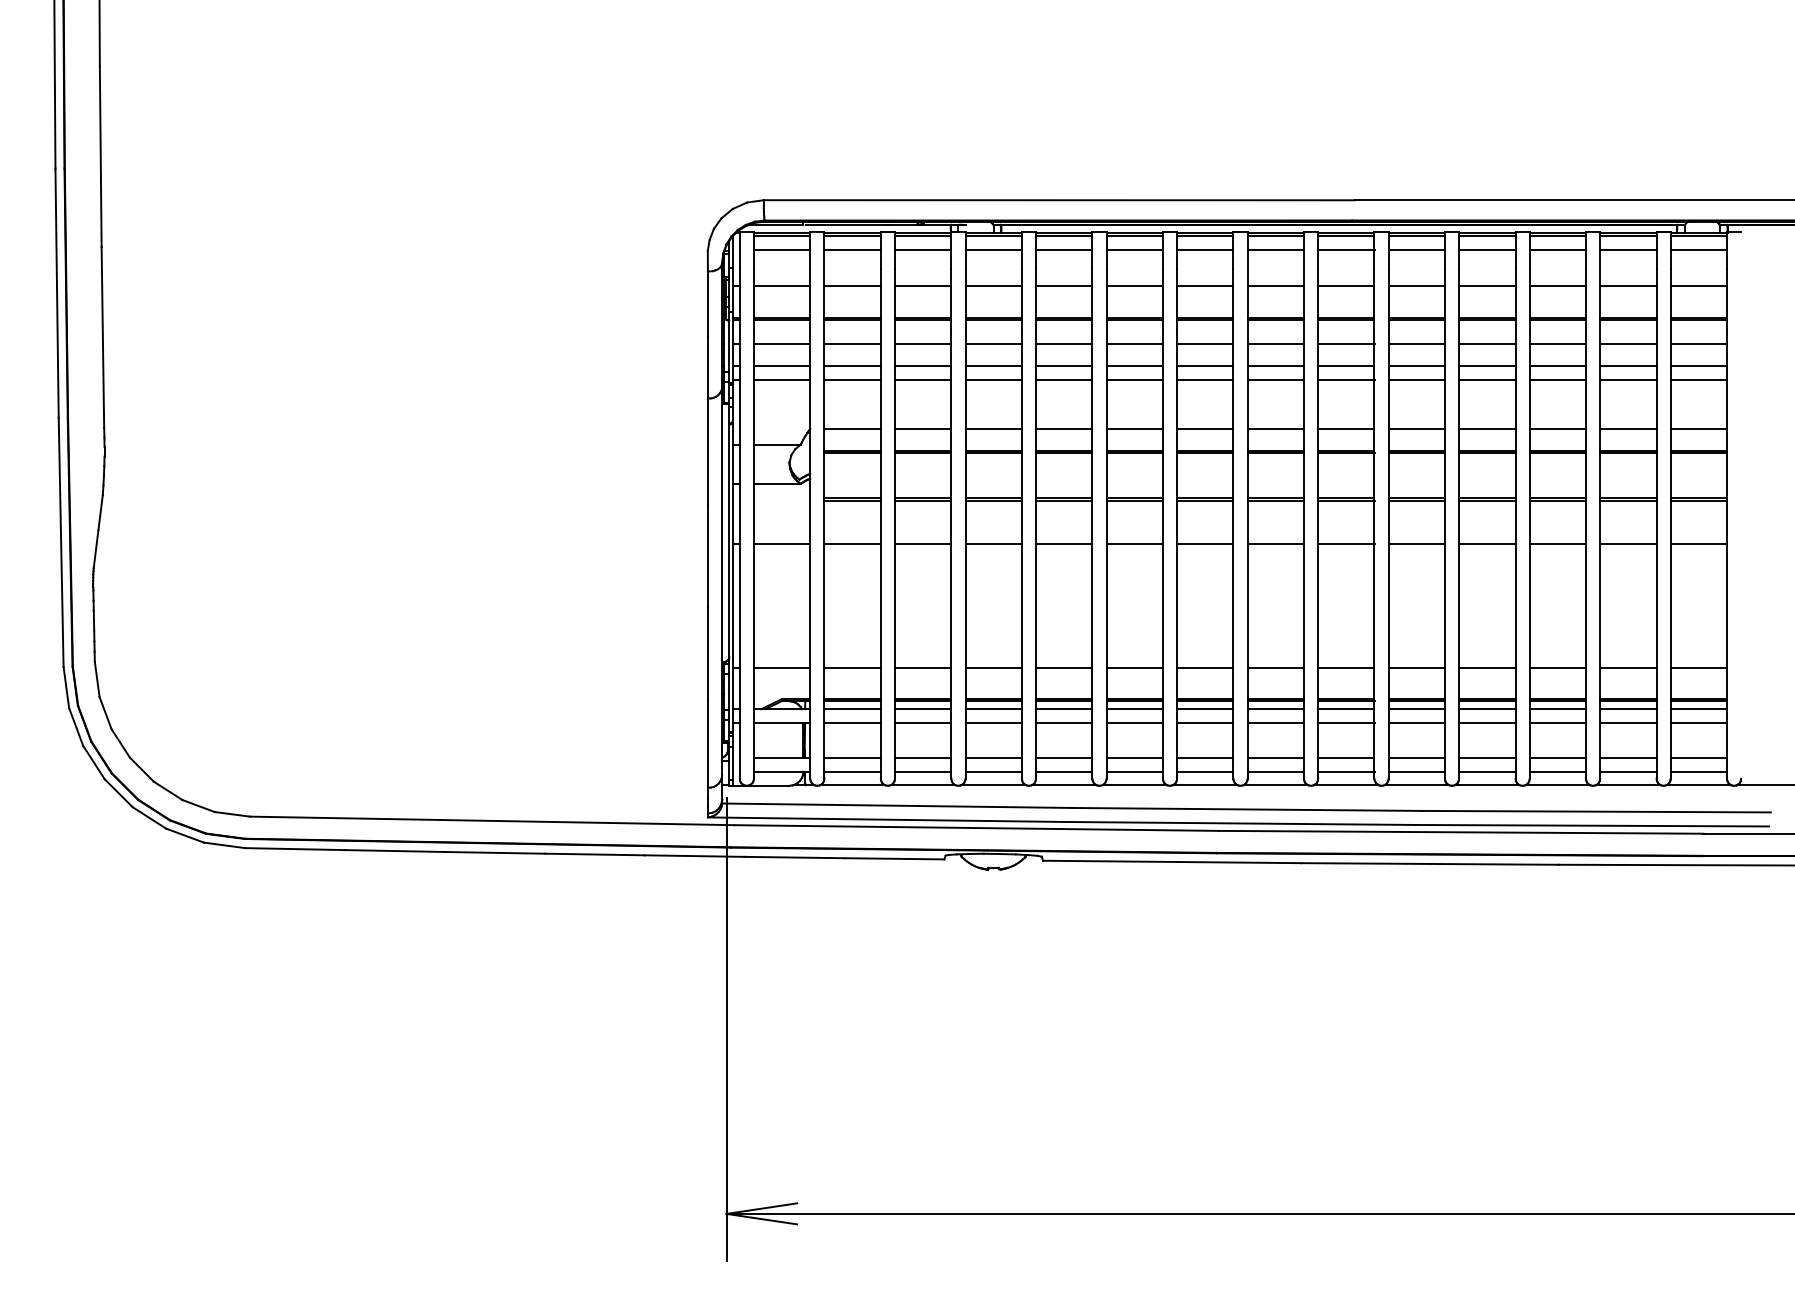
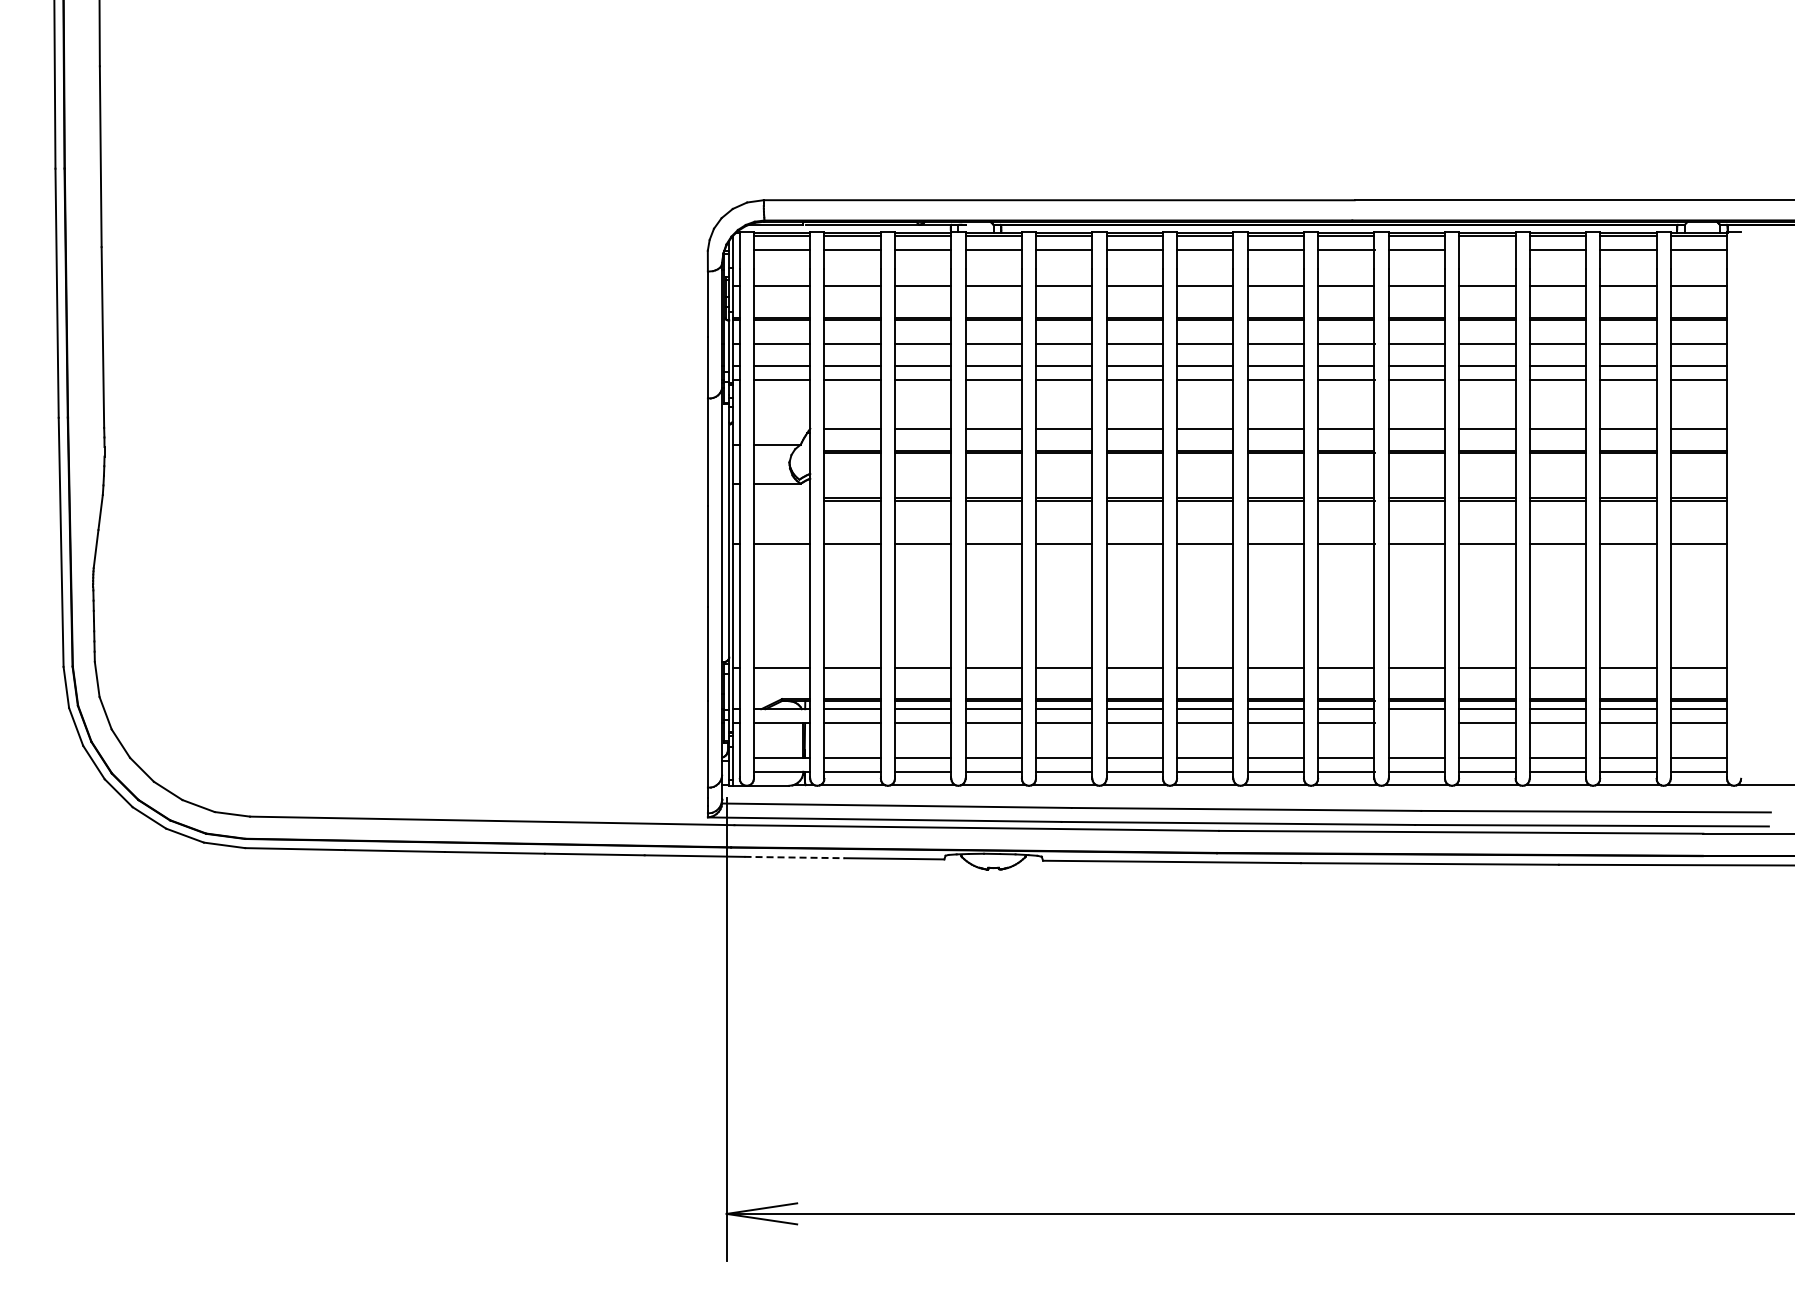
line at (1487, 249): present -> none
line at (1416, 723): present -> none
line at (794, 857): solid -> dashed
